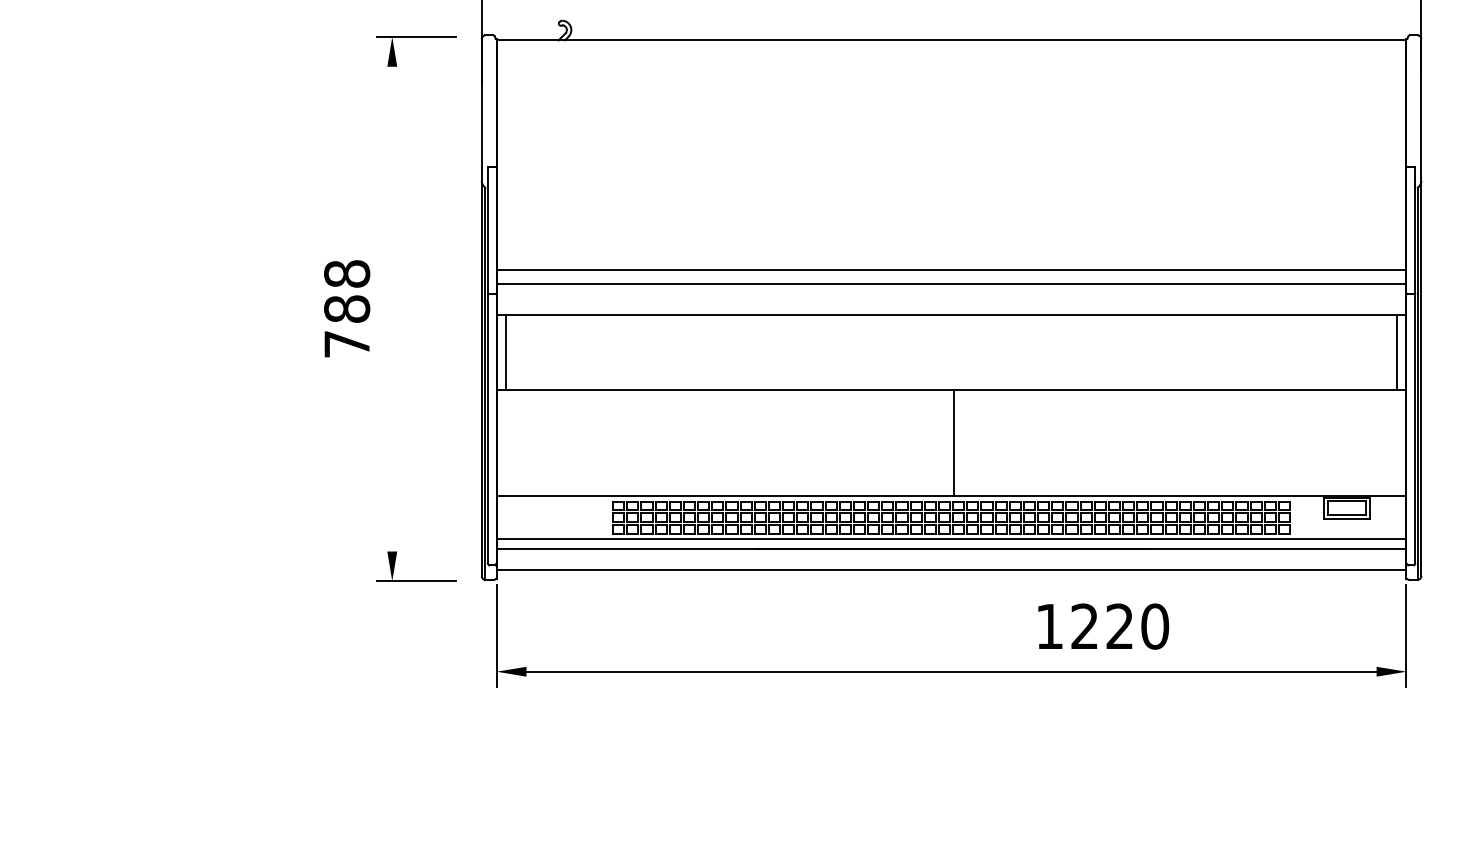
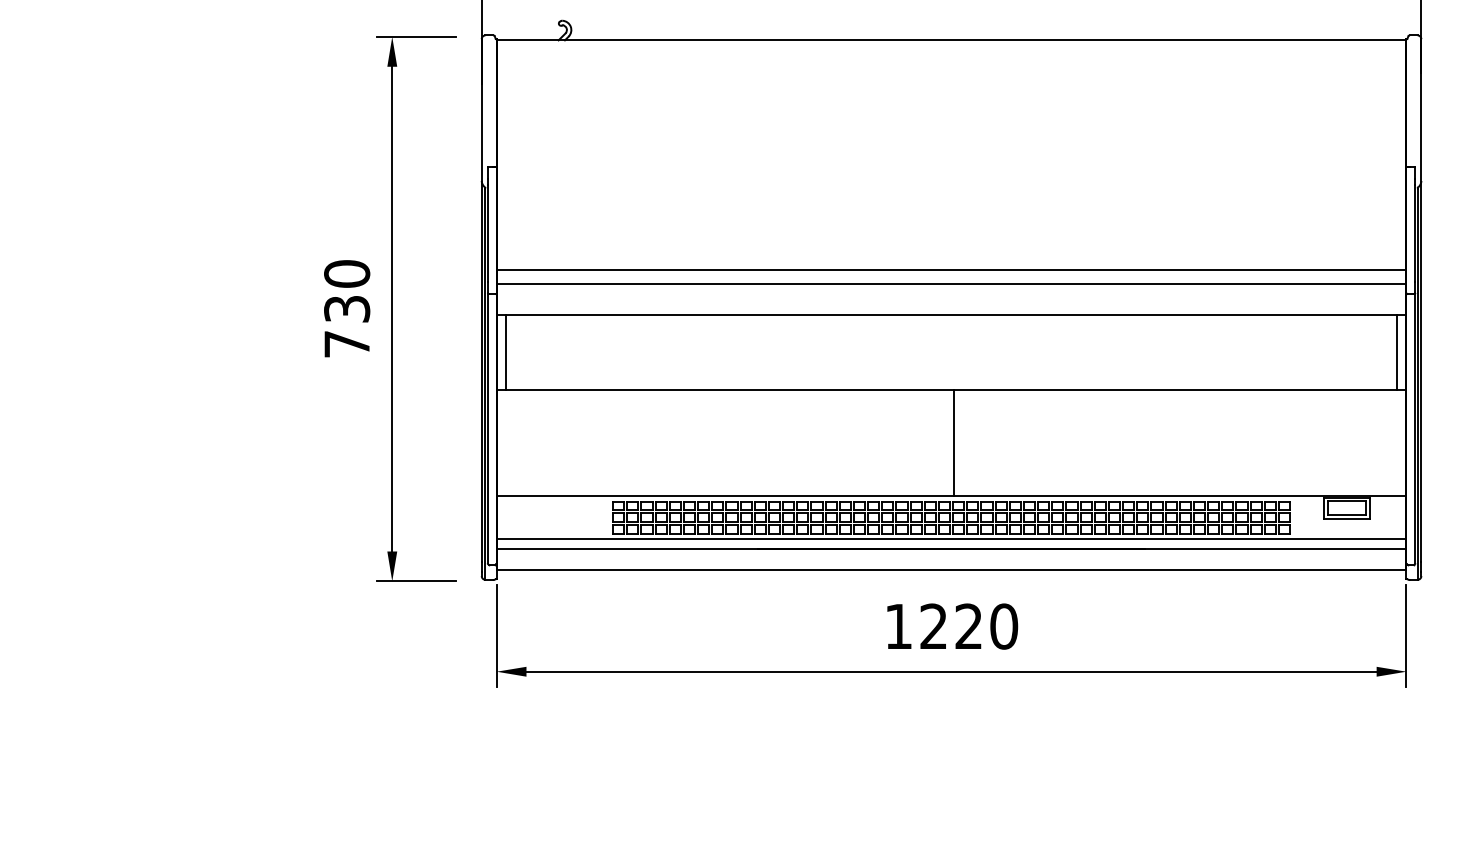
text at (347, 291): 788 -> 730
line at (392, 308): none -> present
text at (1103, 626) position: (1103, 626) -> (952, 626)
